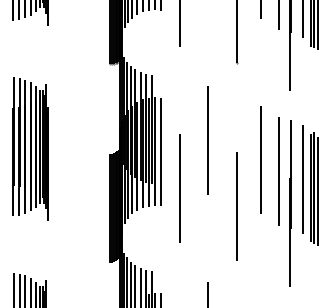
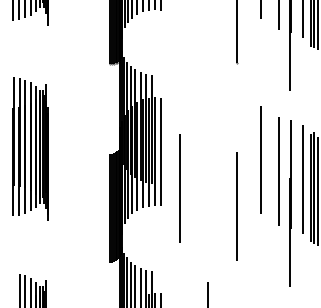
line at (180, 24): present -> none
line at (207, 139): present -> none
line at (13, 288): present -> none
